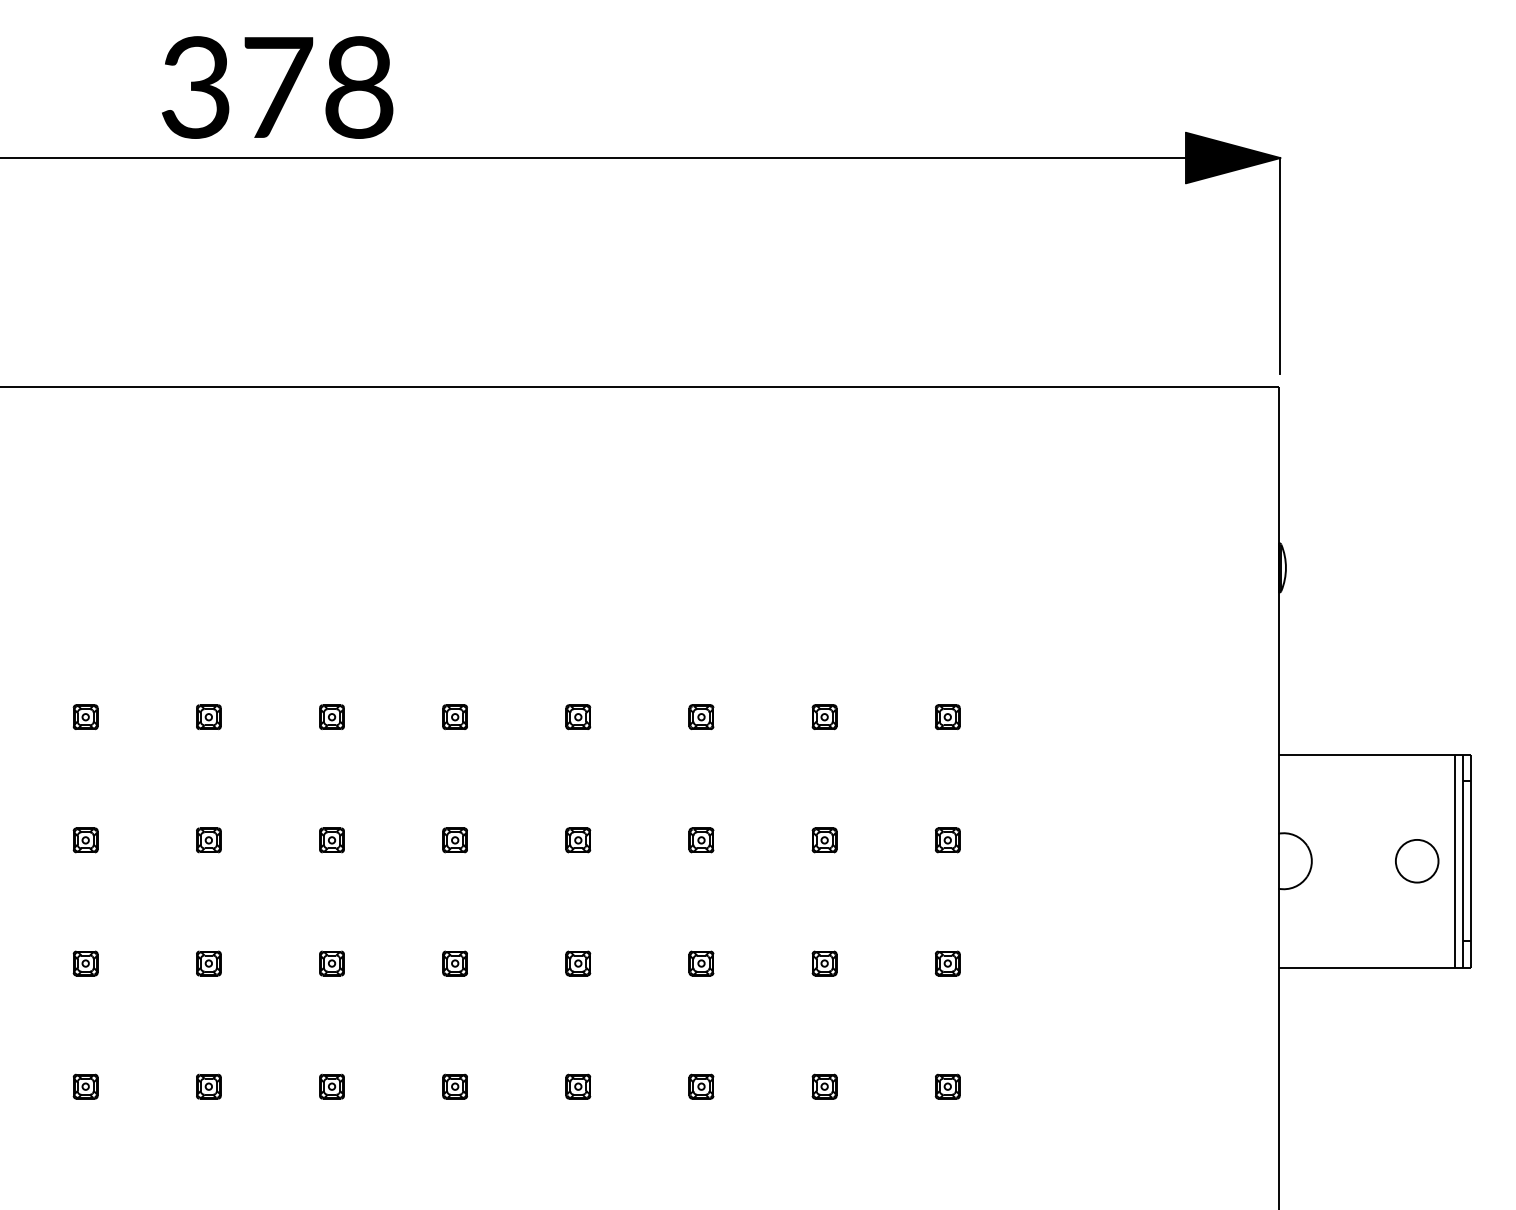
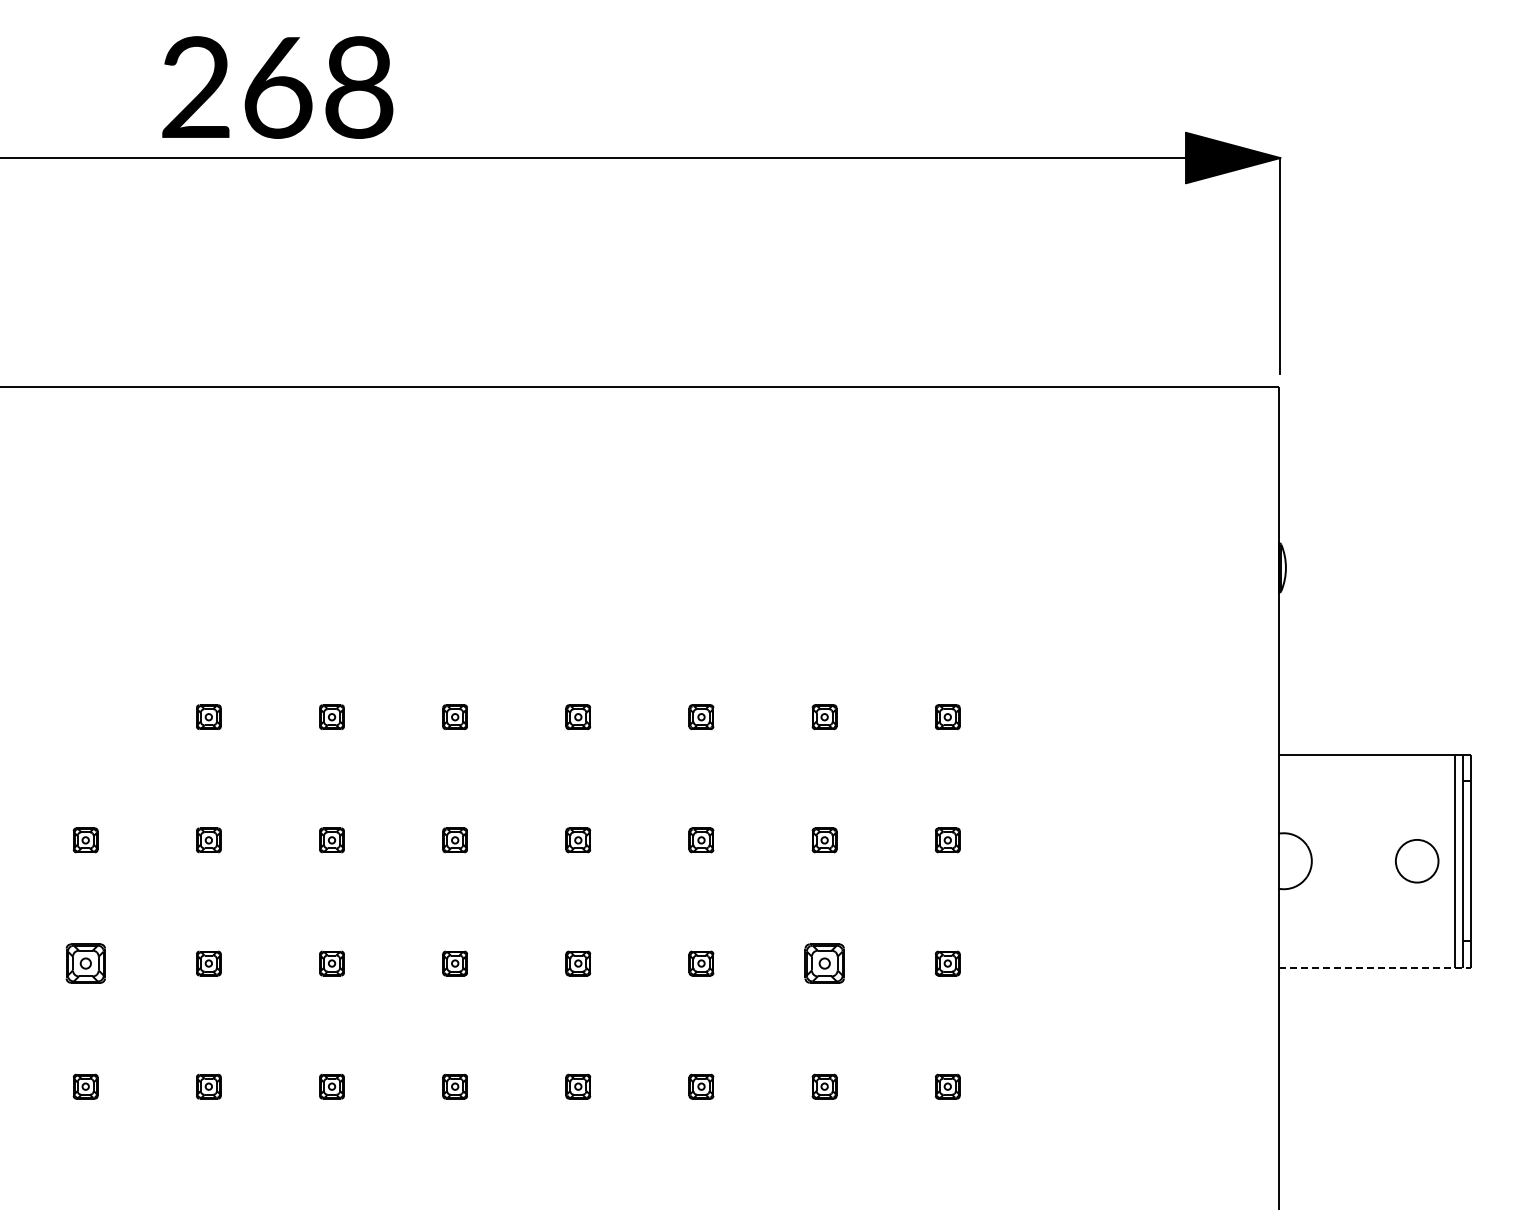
text at (237, 87): 378 -> 268
part at (85, 717): present -> none
part at (85, 963) size: 27x27 px -> 41x41 px
part at (824, 963) size: 27x27 px -> 41x41 px
line at (1375, 967): solid -> dashed
